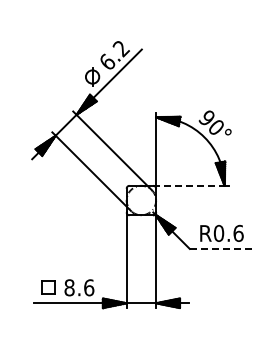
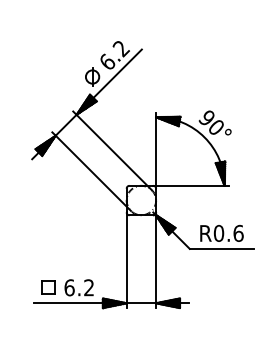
line at (188, 185): dashed -> solid
line at (221, 248): dashed -> solid
text at (79, 287): 8.6 -> 6.2
